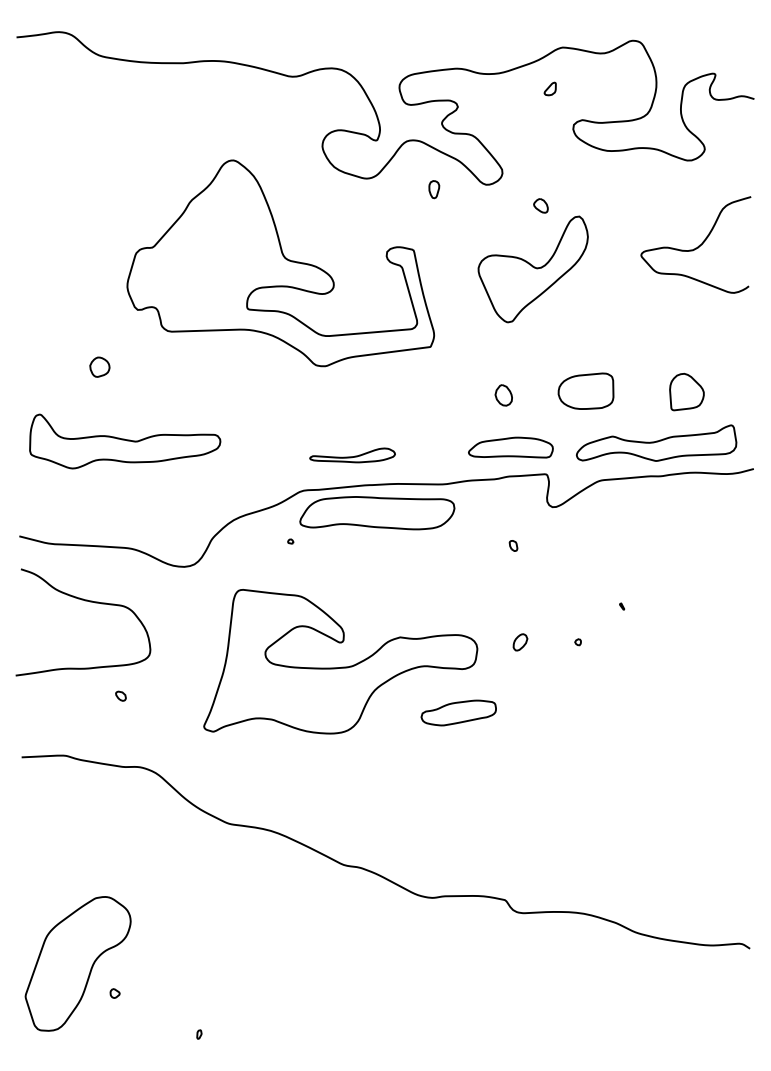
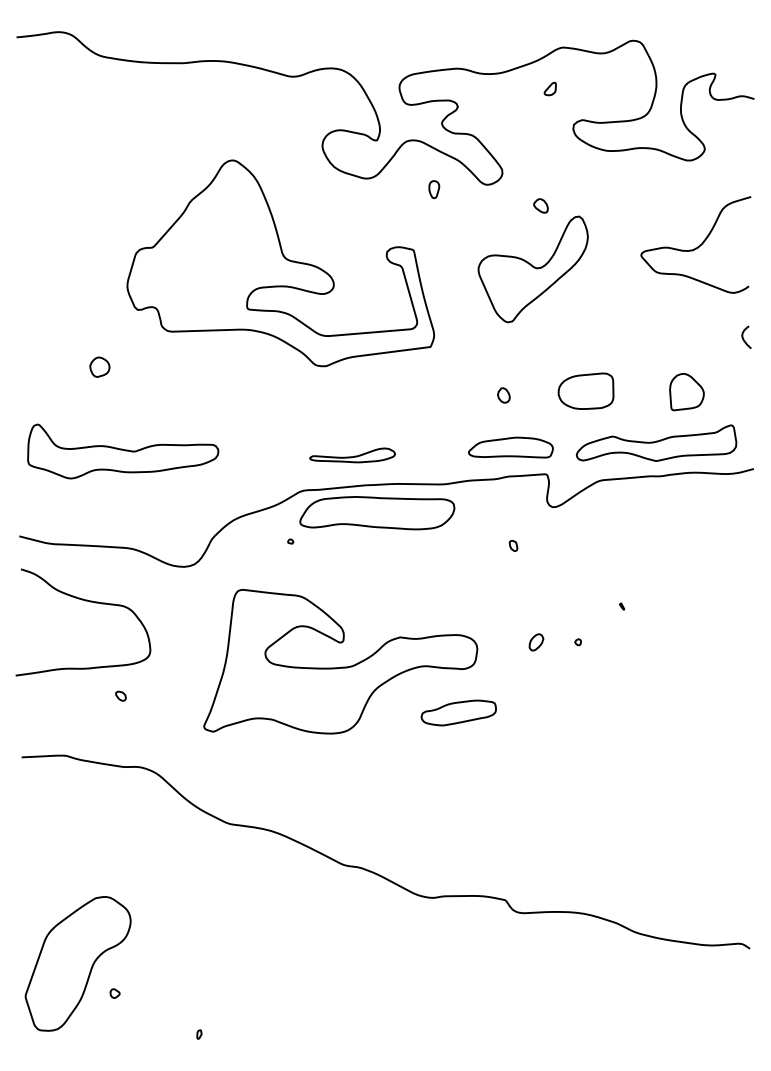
curve at (743, 336): none -> present
part at (503, 395) size: 19x23 px -> 14x17 px
part at (125, 441) position: (125, 441) -> (123, 451)
part at (520, 642) position: (520, 642) -> (536, 642)
